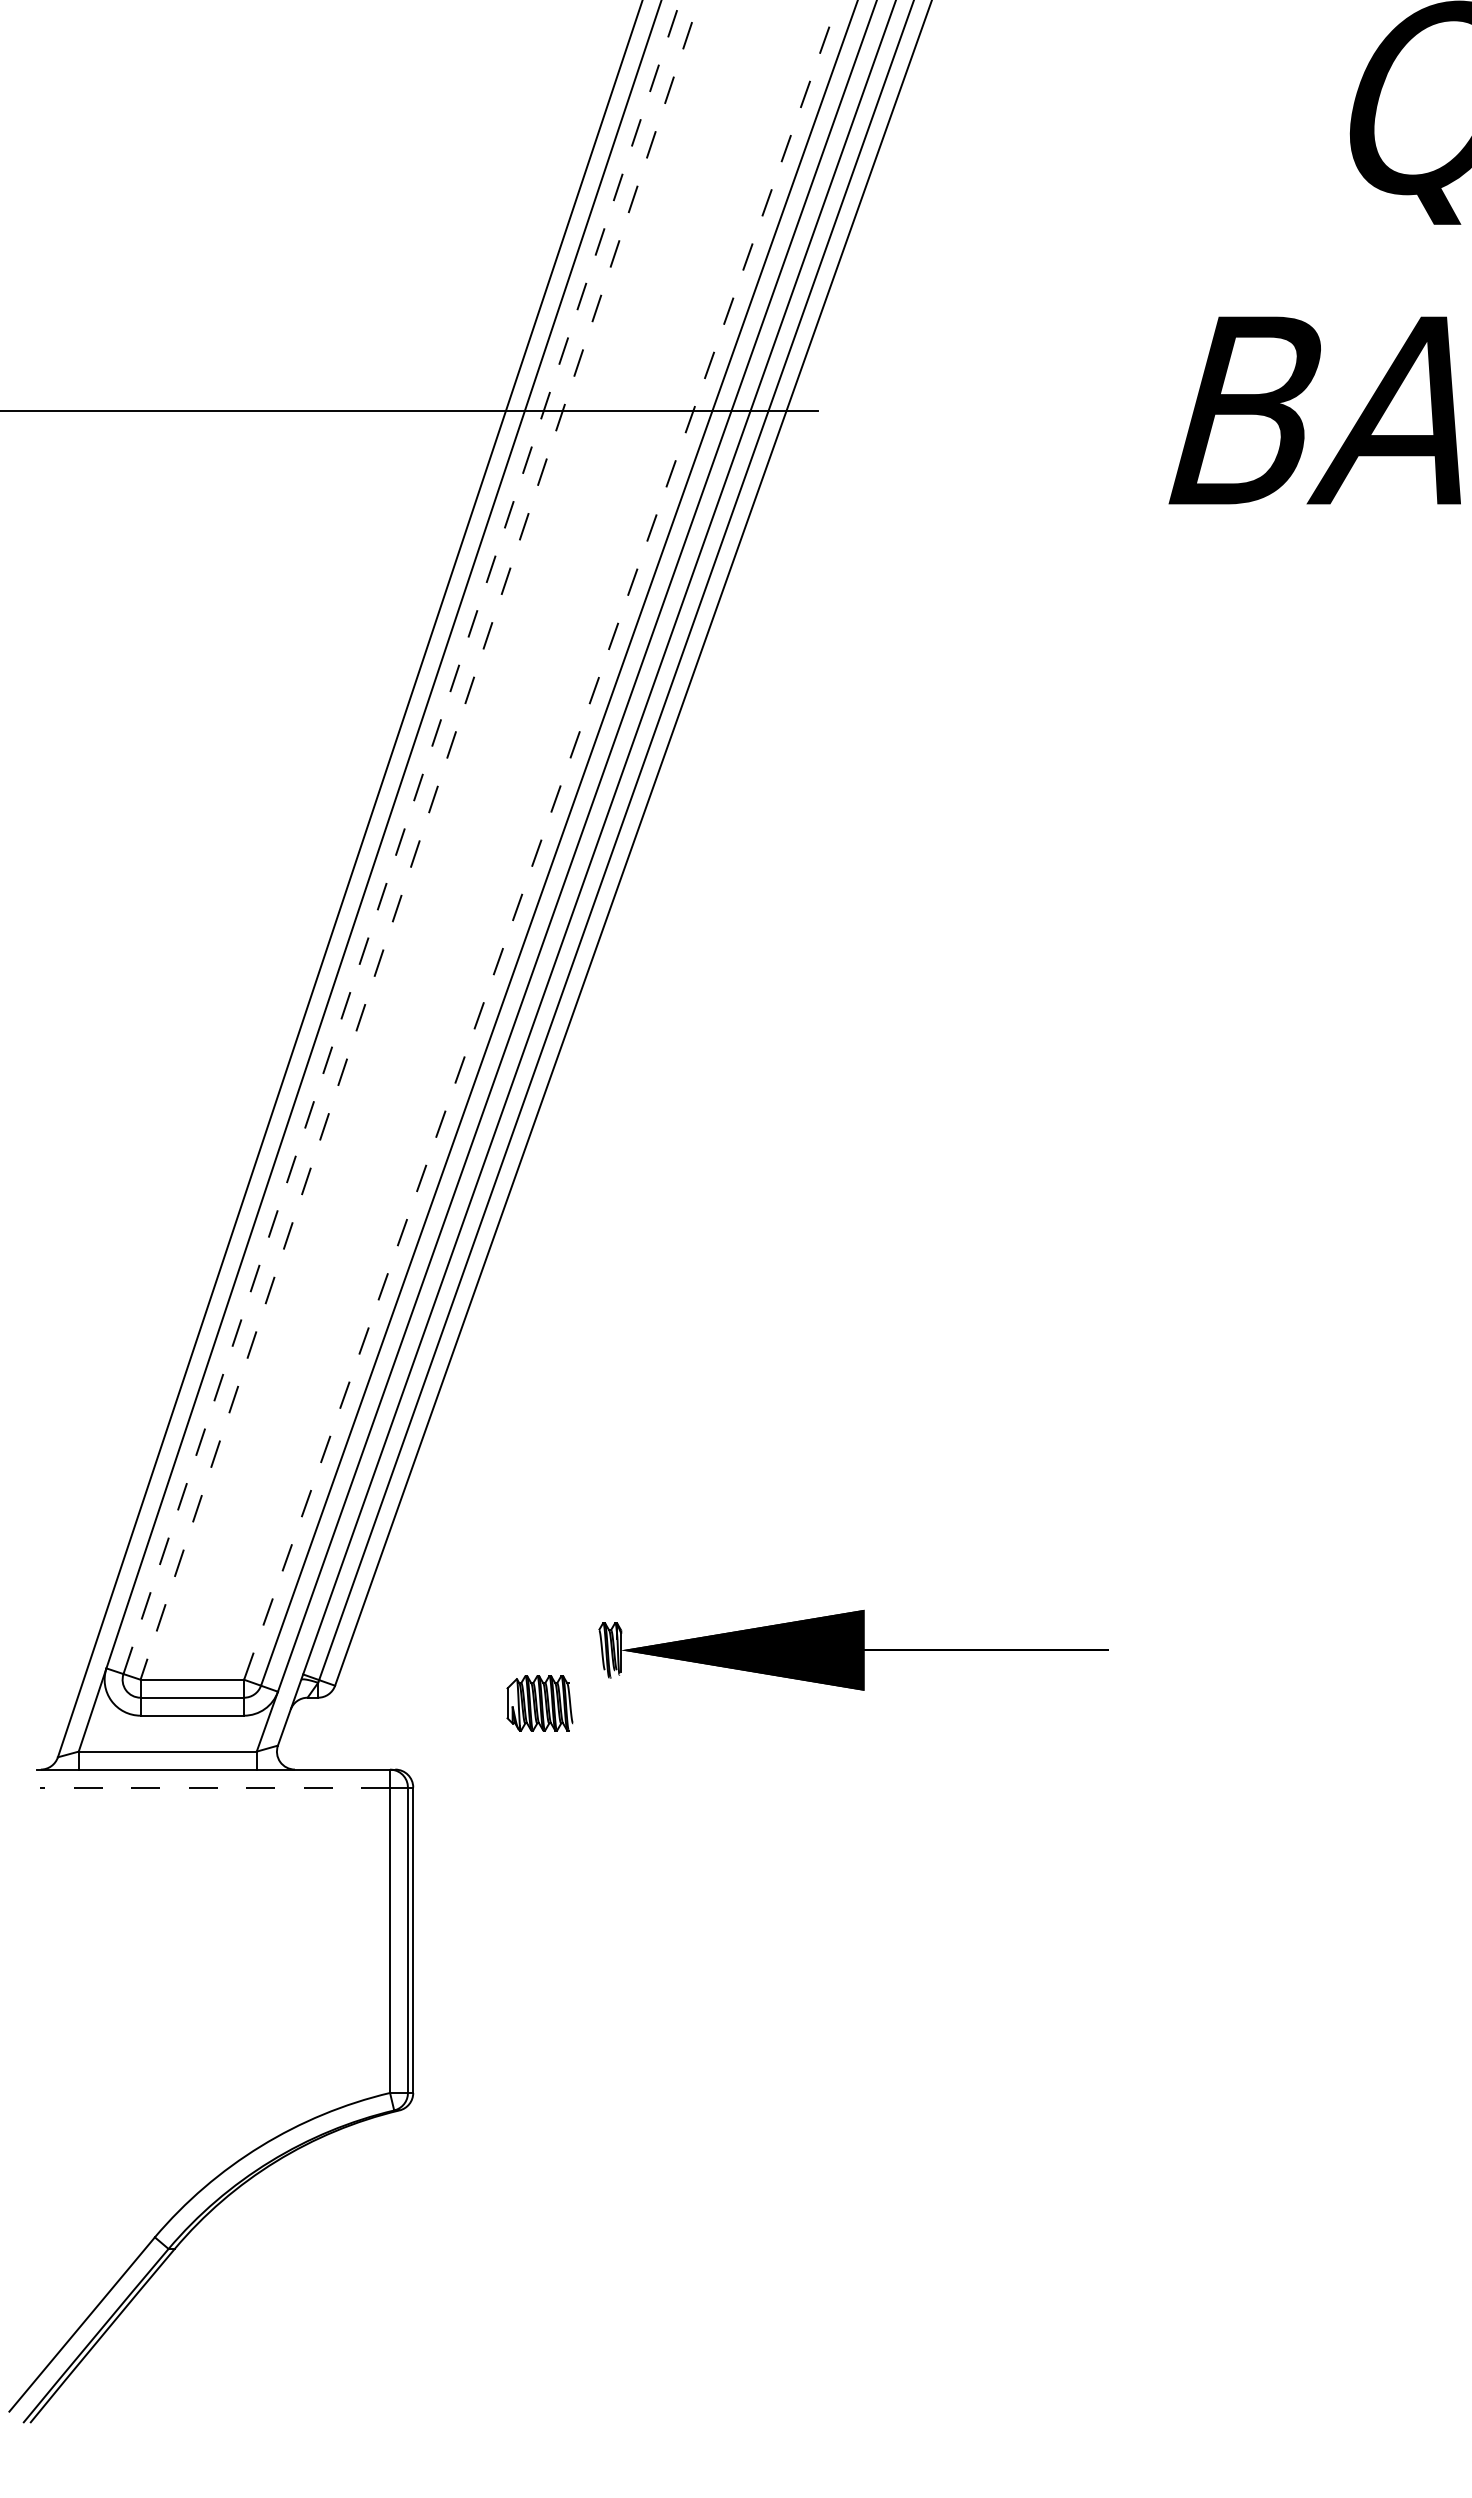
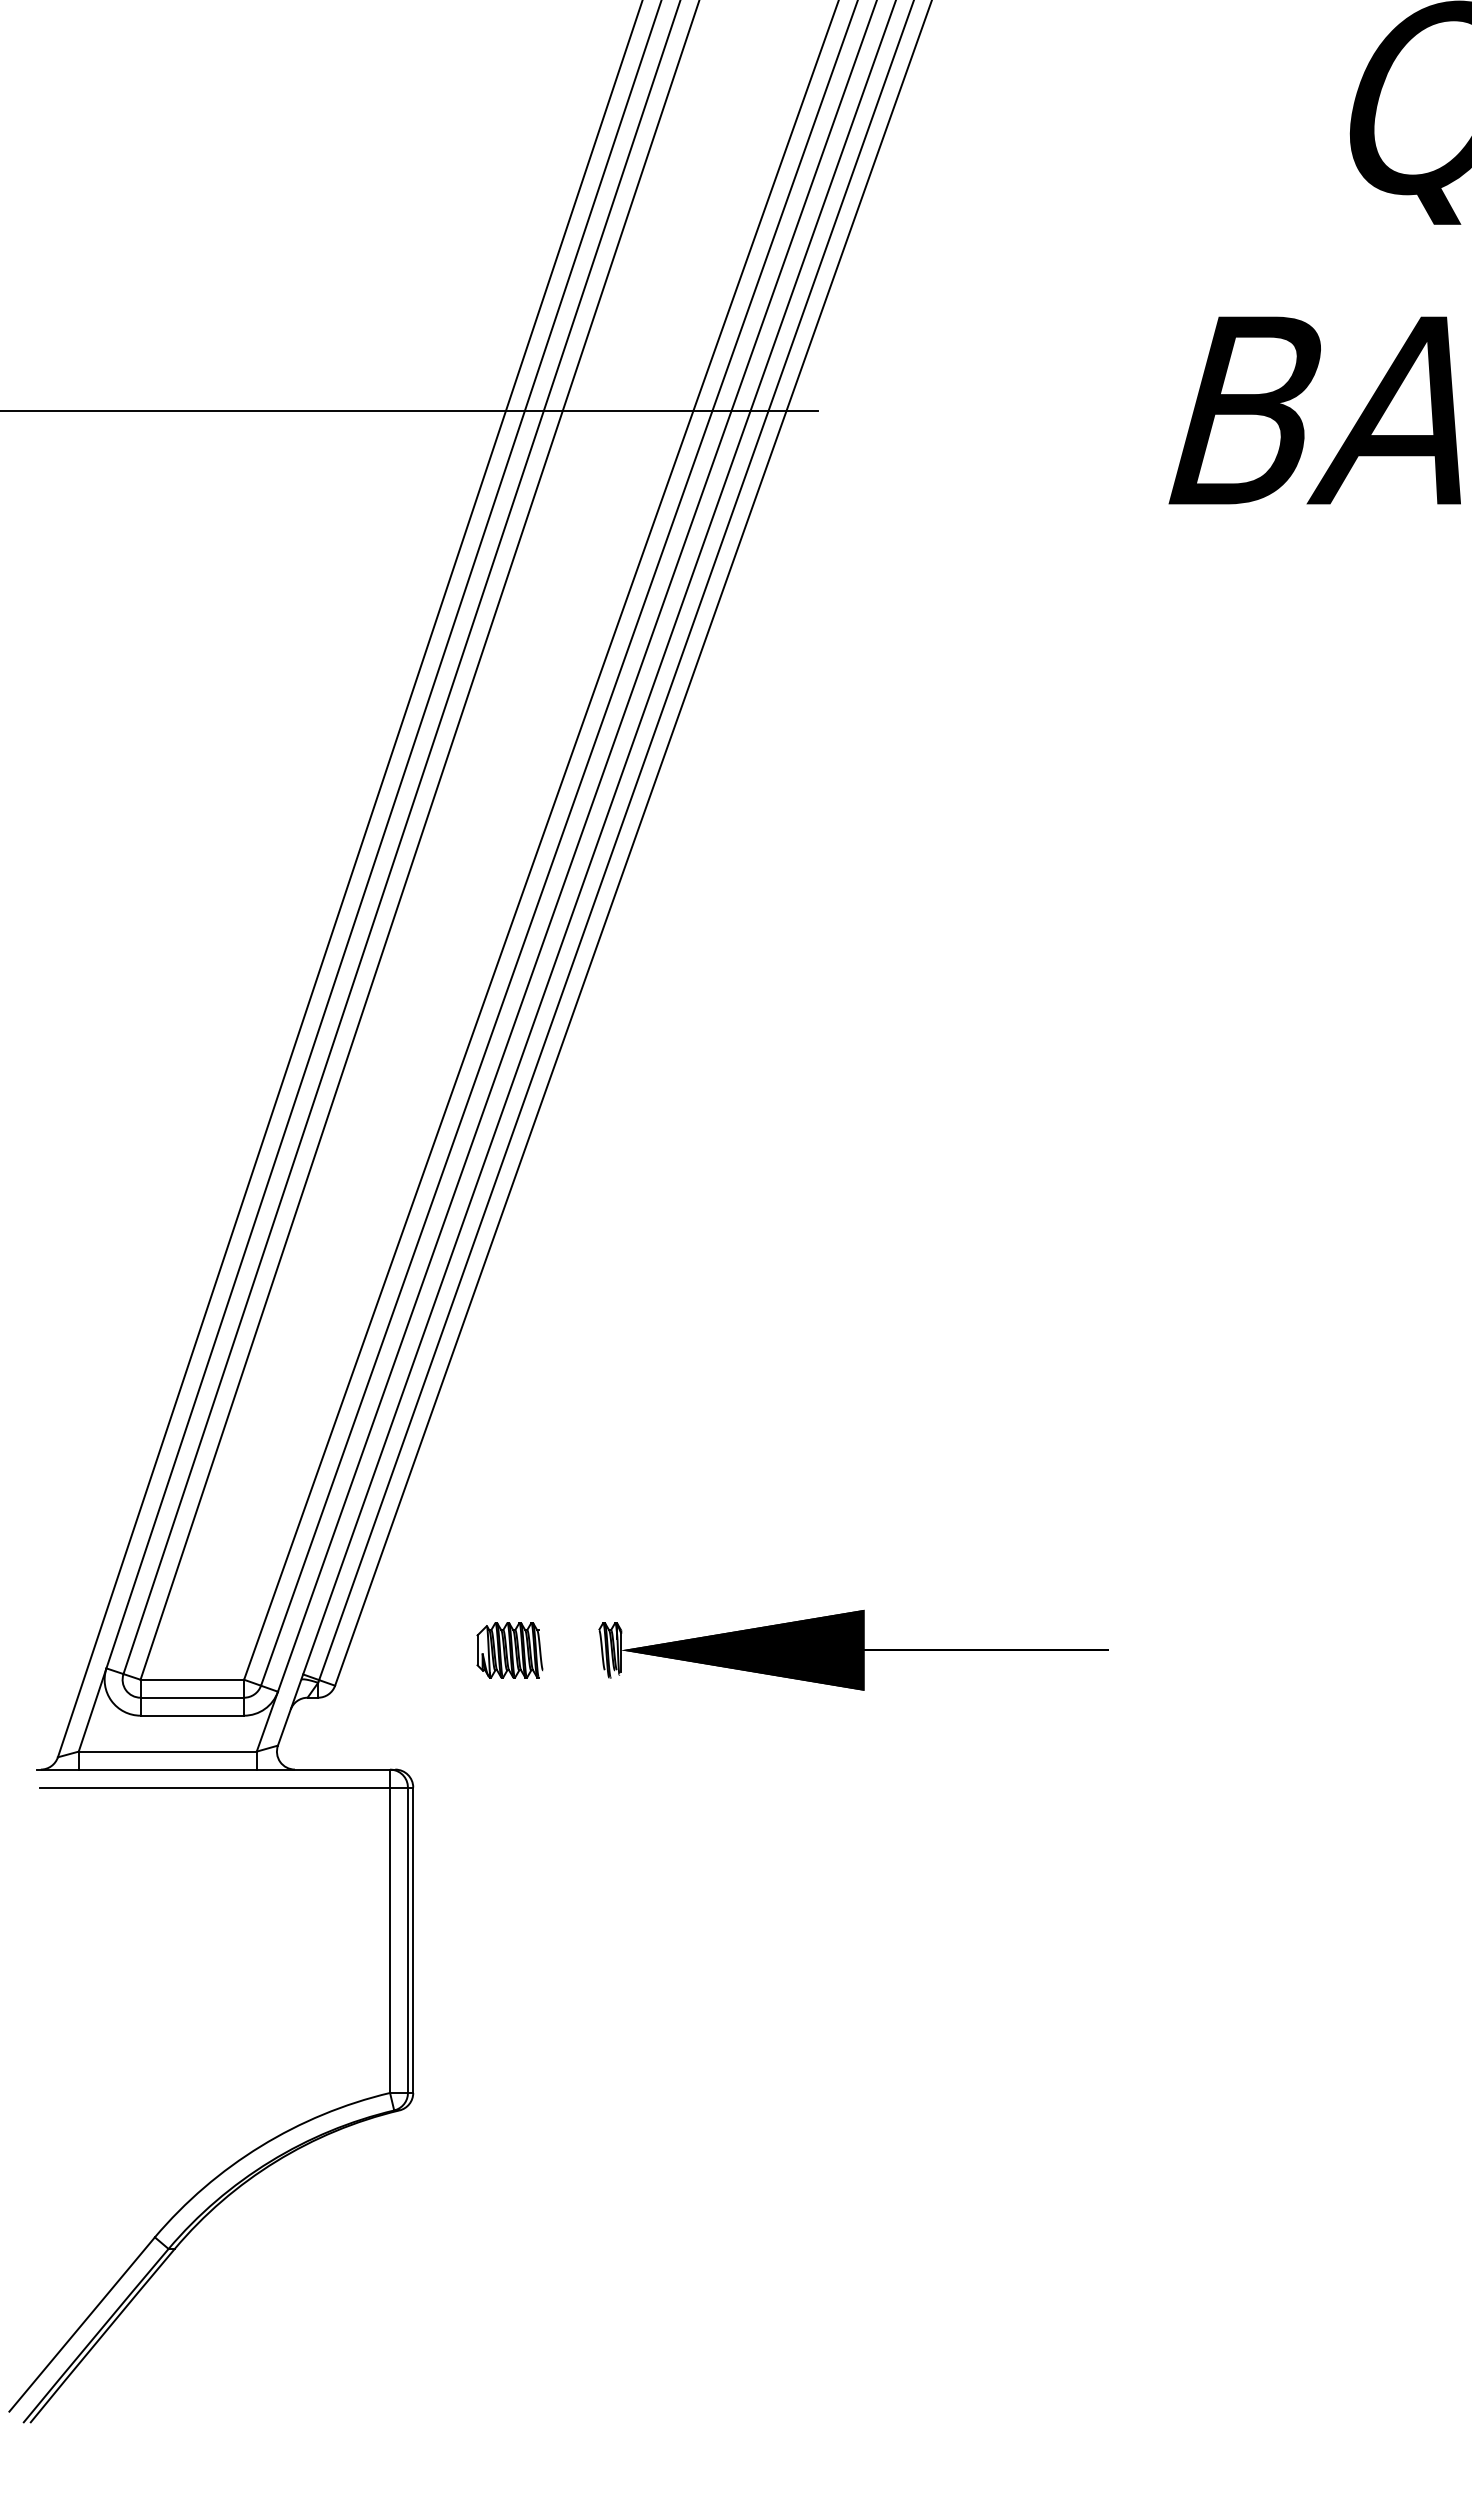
line at (401, 837): dashed -> solid
line at (541, 839): dashed -> solid
line at (419, 840): dashed -> solid
part at (539, 1703) position: (539, 1703) -> (509, 1650)
line at (215, 1787): dashed -> solid
